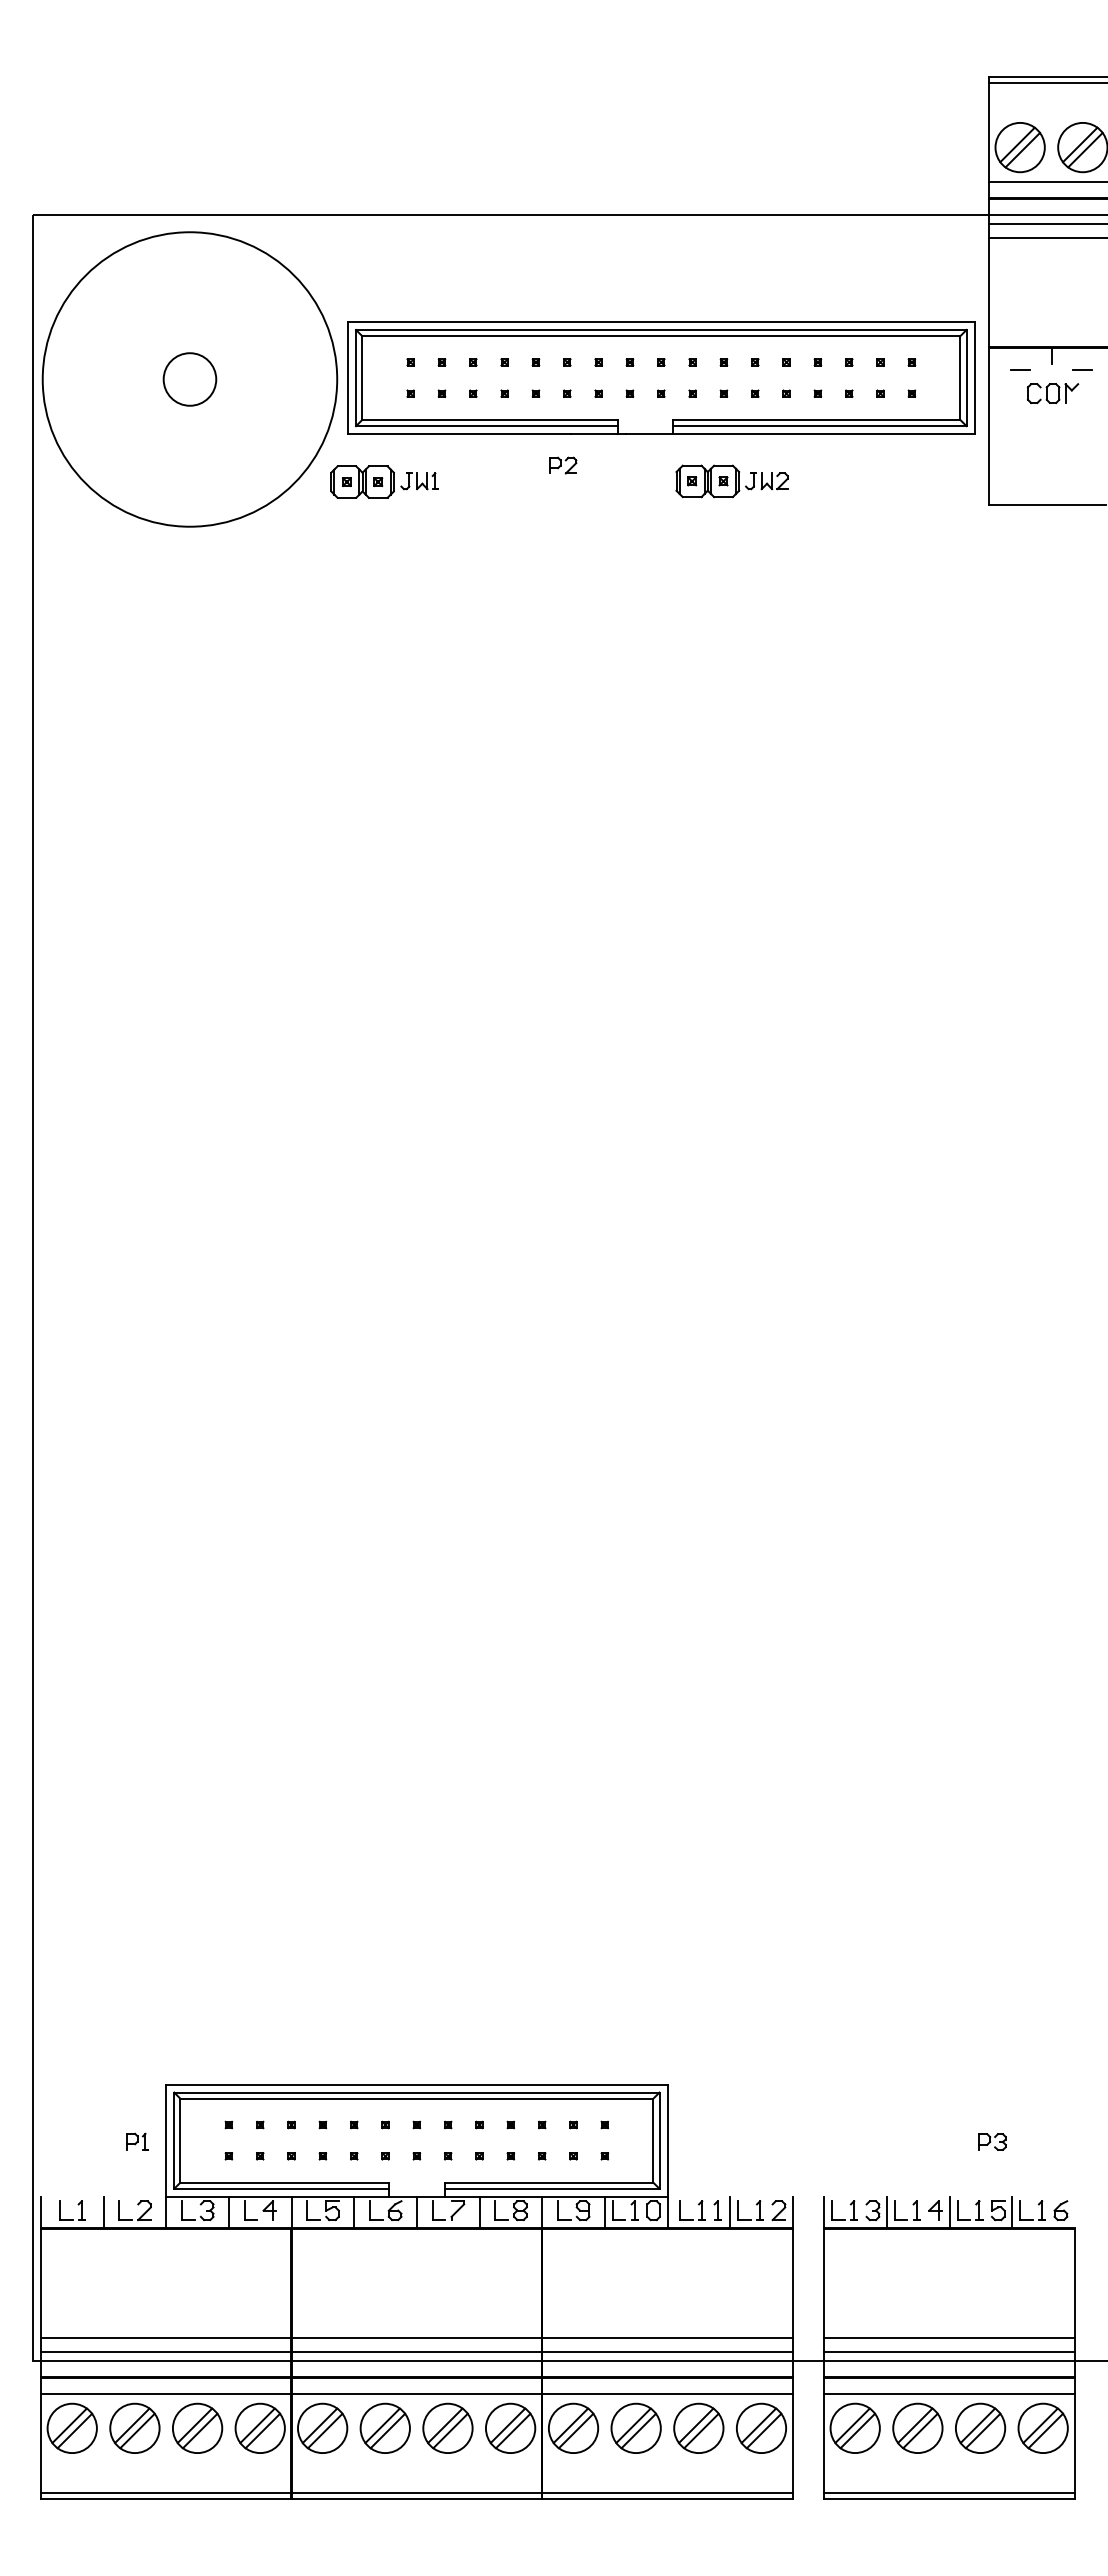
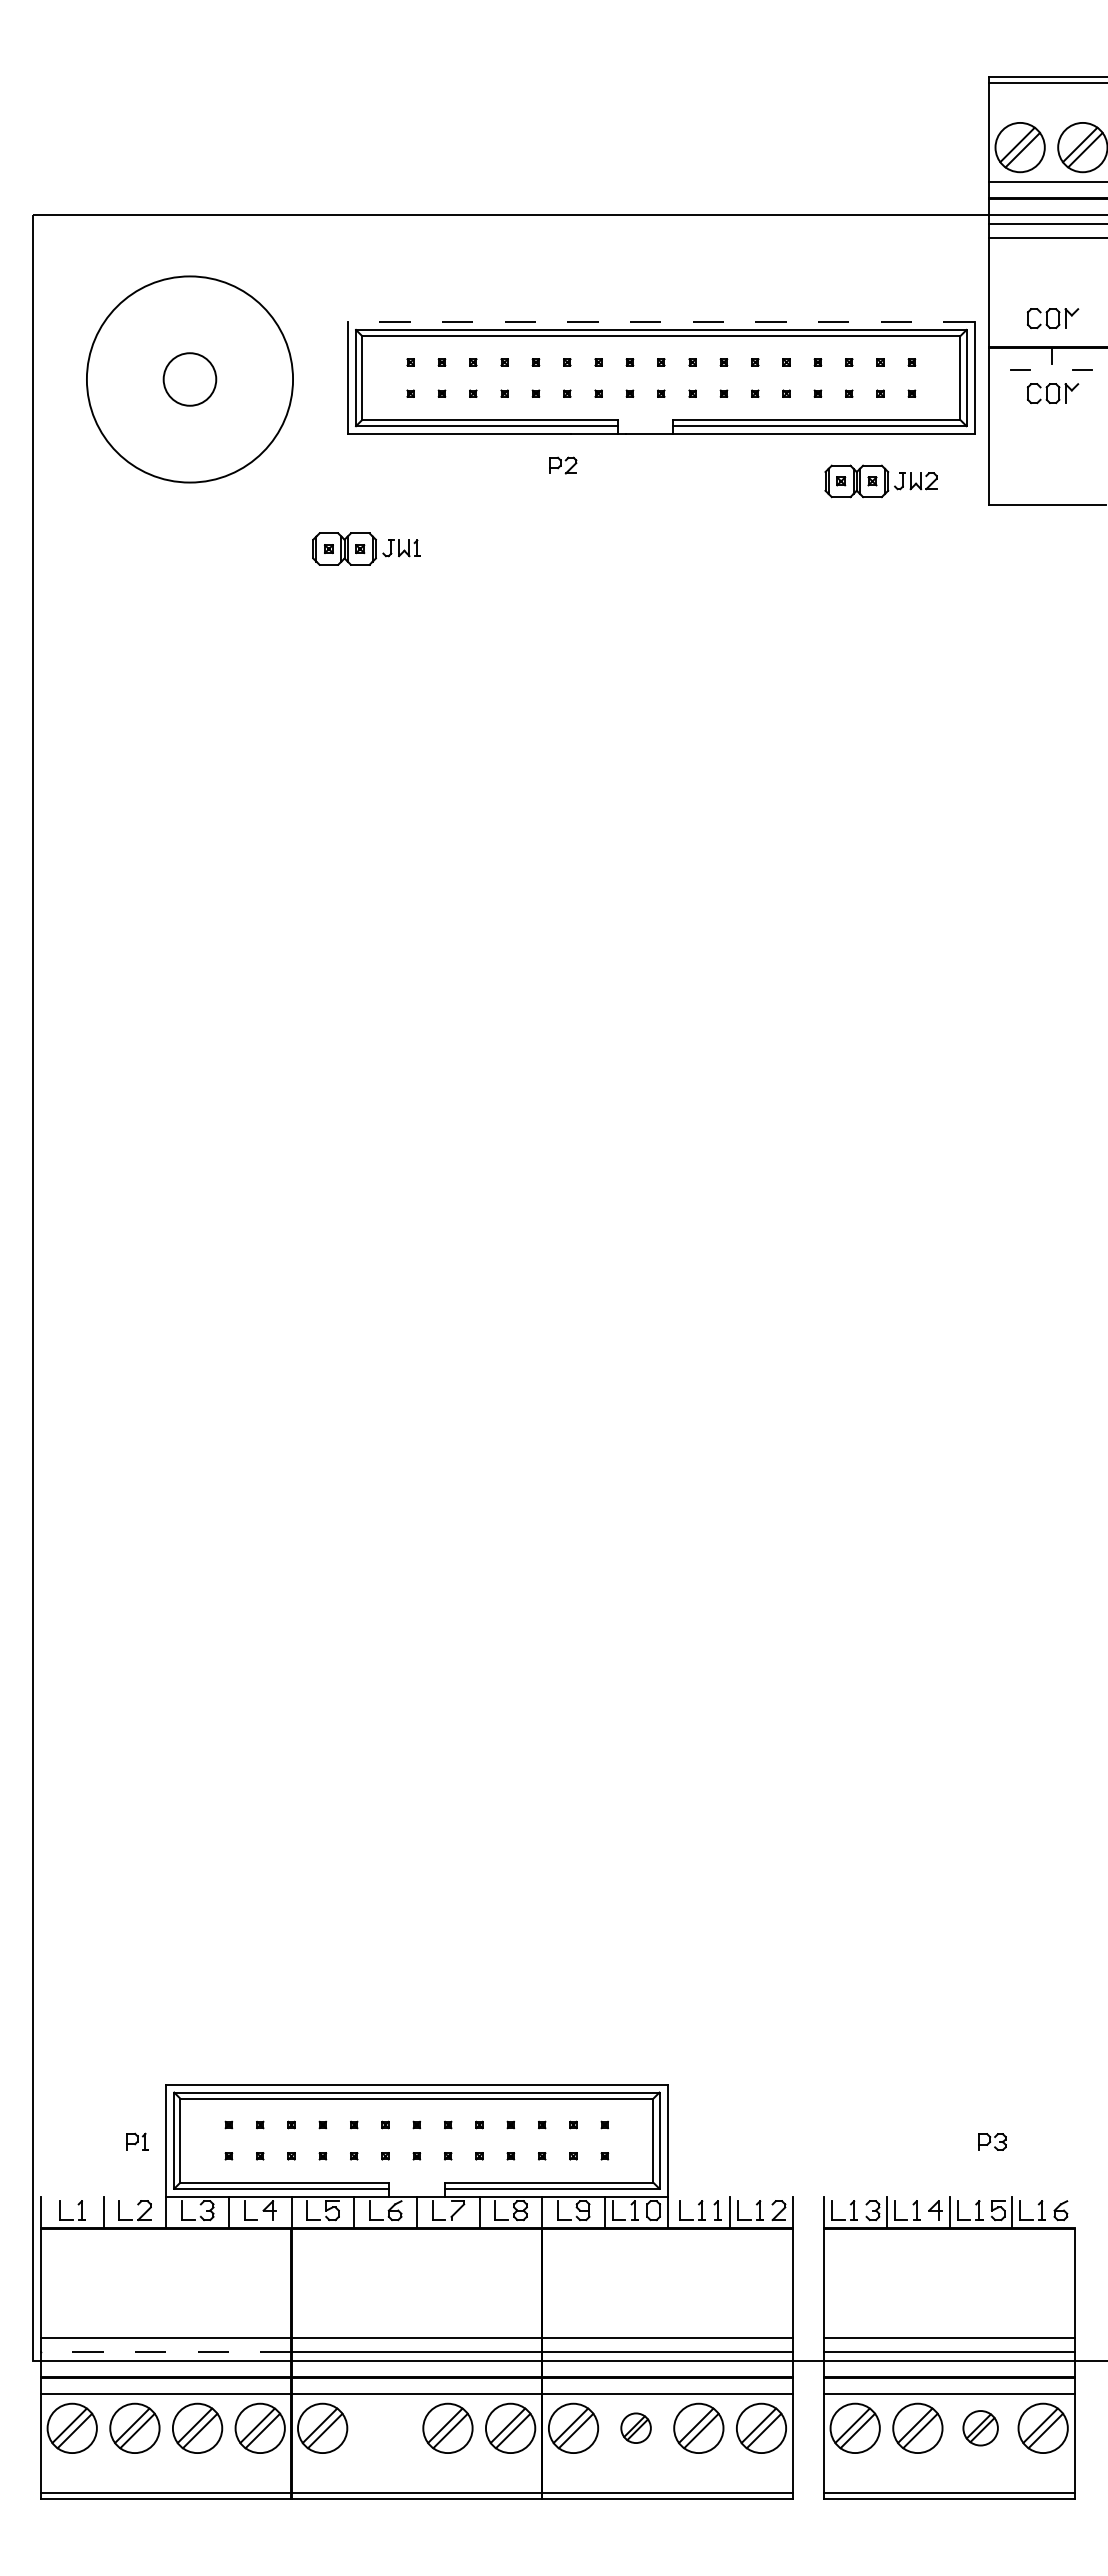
part at (1053, 318): none -> present
line at (660, 321): solid -> dashed
circle at (189, 379) diameter: 294 px -> 206 px
part at (384, 481) position: (384, 481) -> (366, 548)
part at (731, 481) position: (731, 481) -> (880, 481)
line at (165, 2351): solid -> dashed
part at (384, 2427): present -> none
part at (635, 2427) size: 52x52 px -> 32x32 px
part at (980, 2427) size: 52x52 px -> 37x37 px
